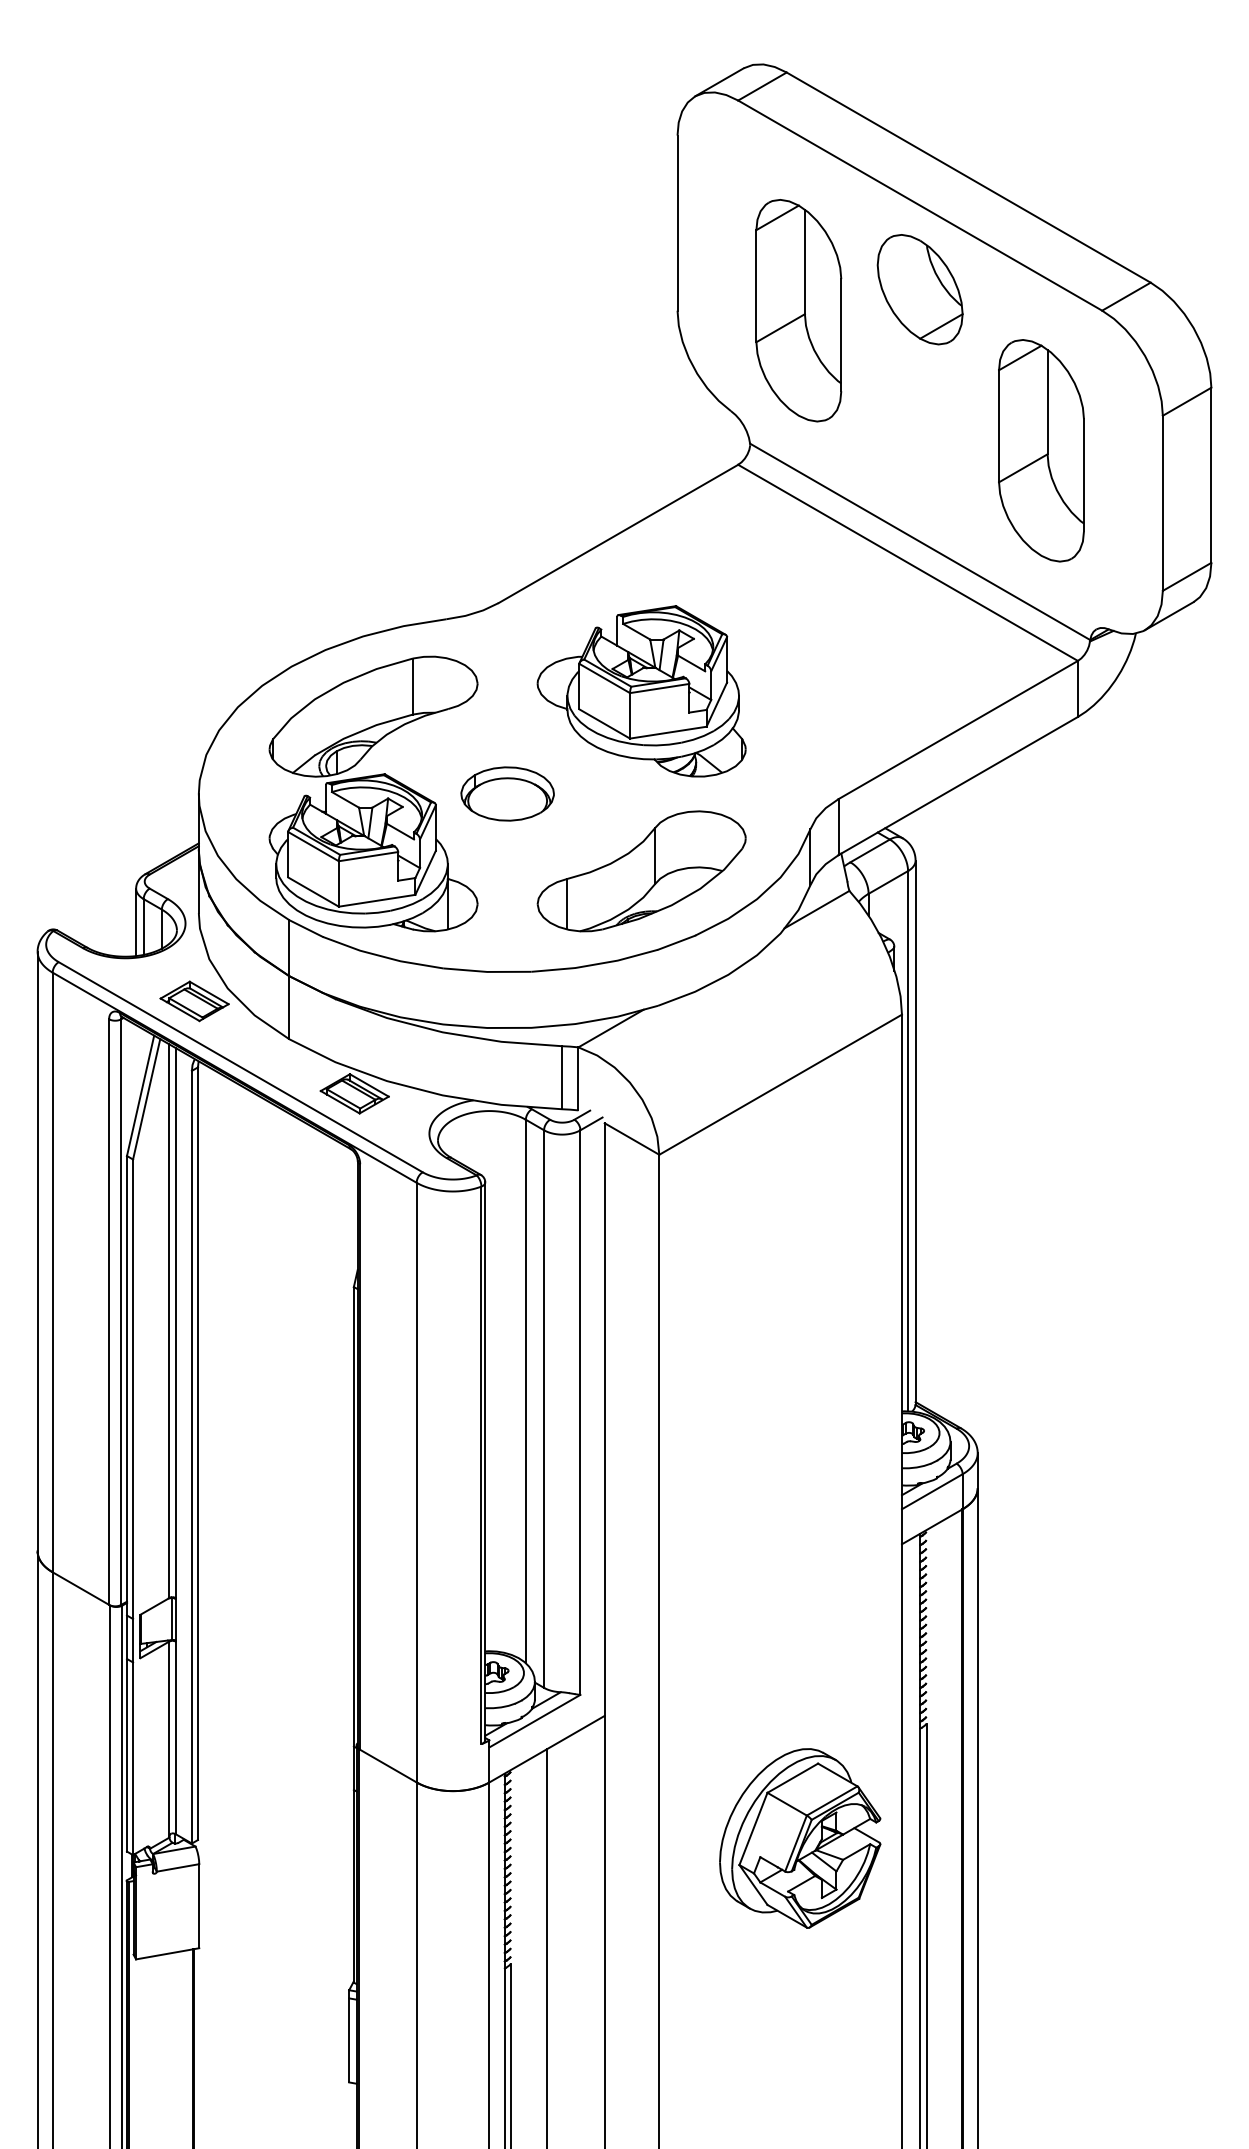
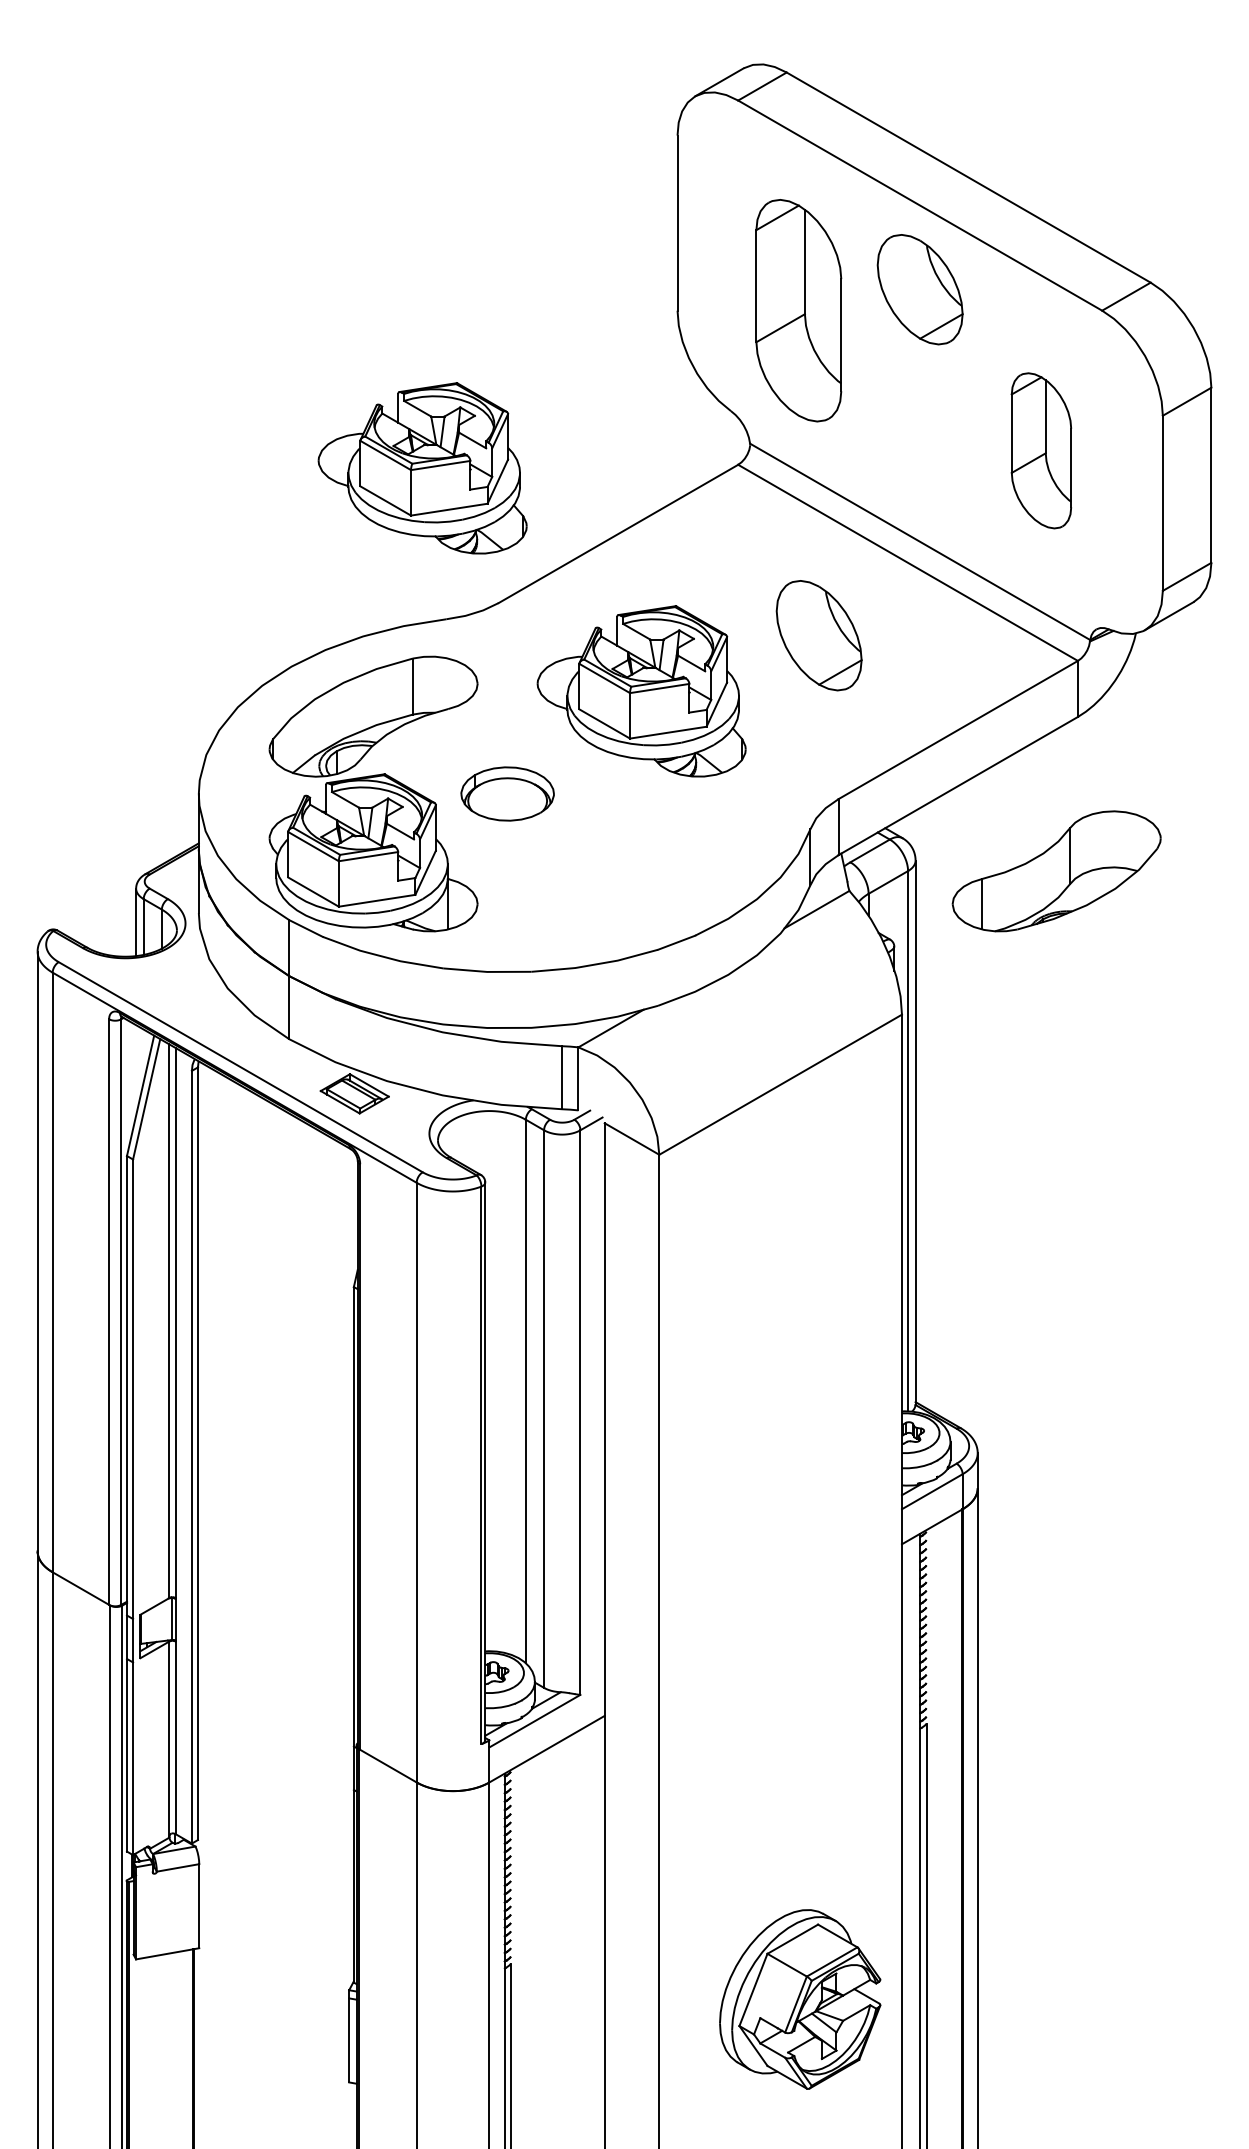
part at (1041, 450) size: 87x224 px -> 63x158 px
part at (422, 468): none -> present
part at (818, 635): none -> present
part at (641, 871) position: (641, 871) -> (1056, 871)
part at (194, 1001): present -> none
part at (800, 1838) position: (800, 1838) -> (800, 1999)
line at (546, 1947): present -> none
